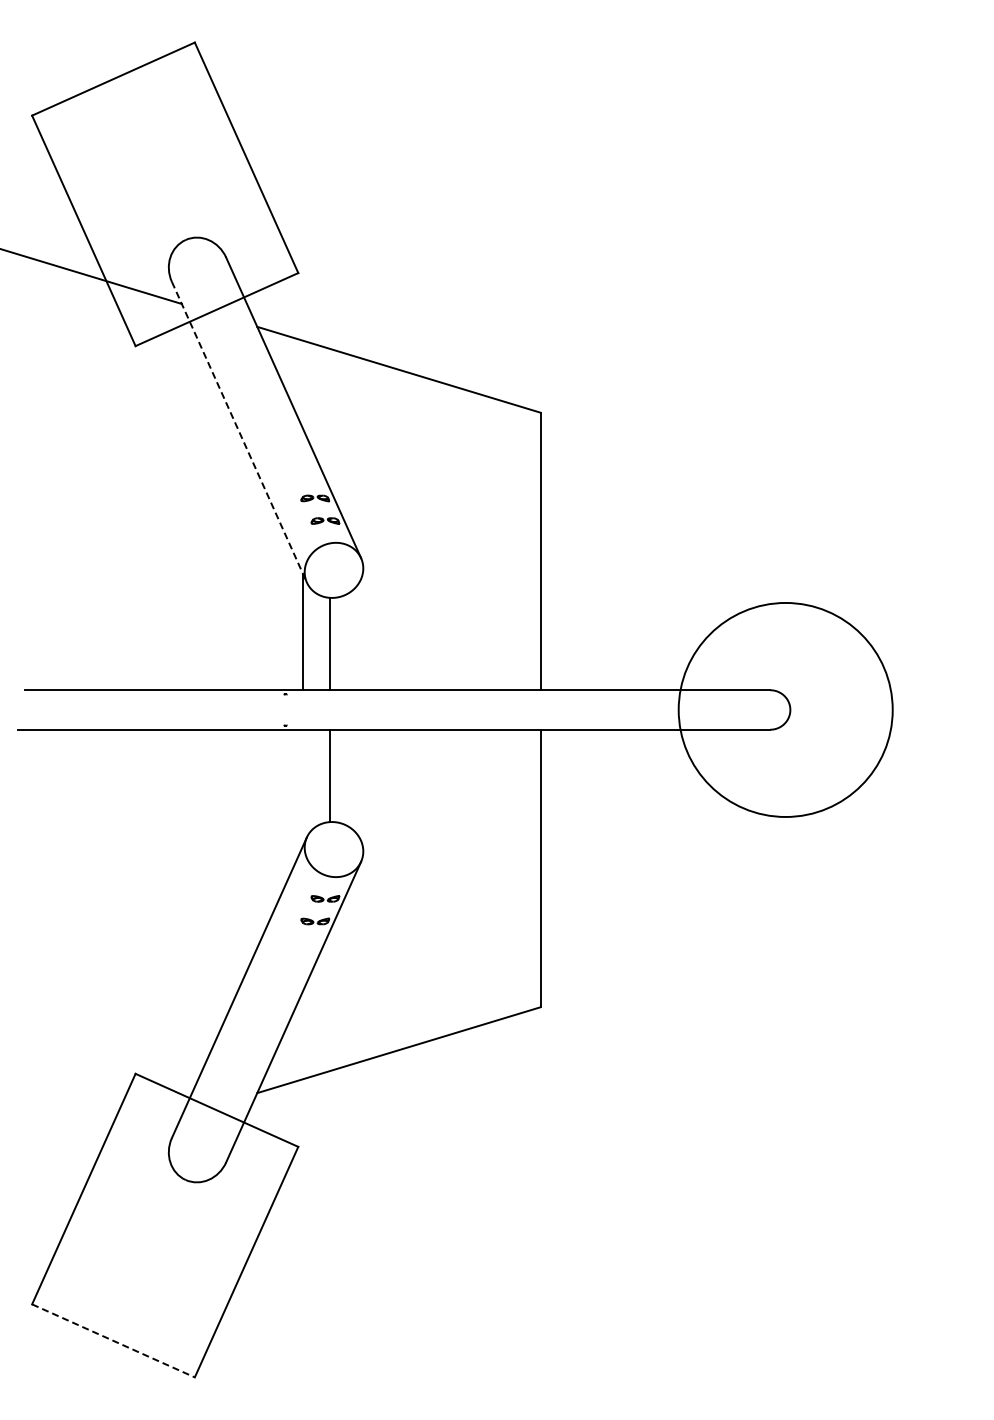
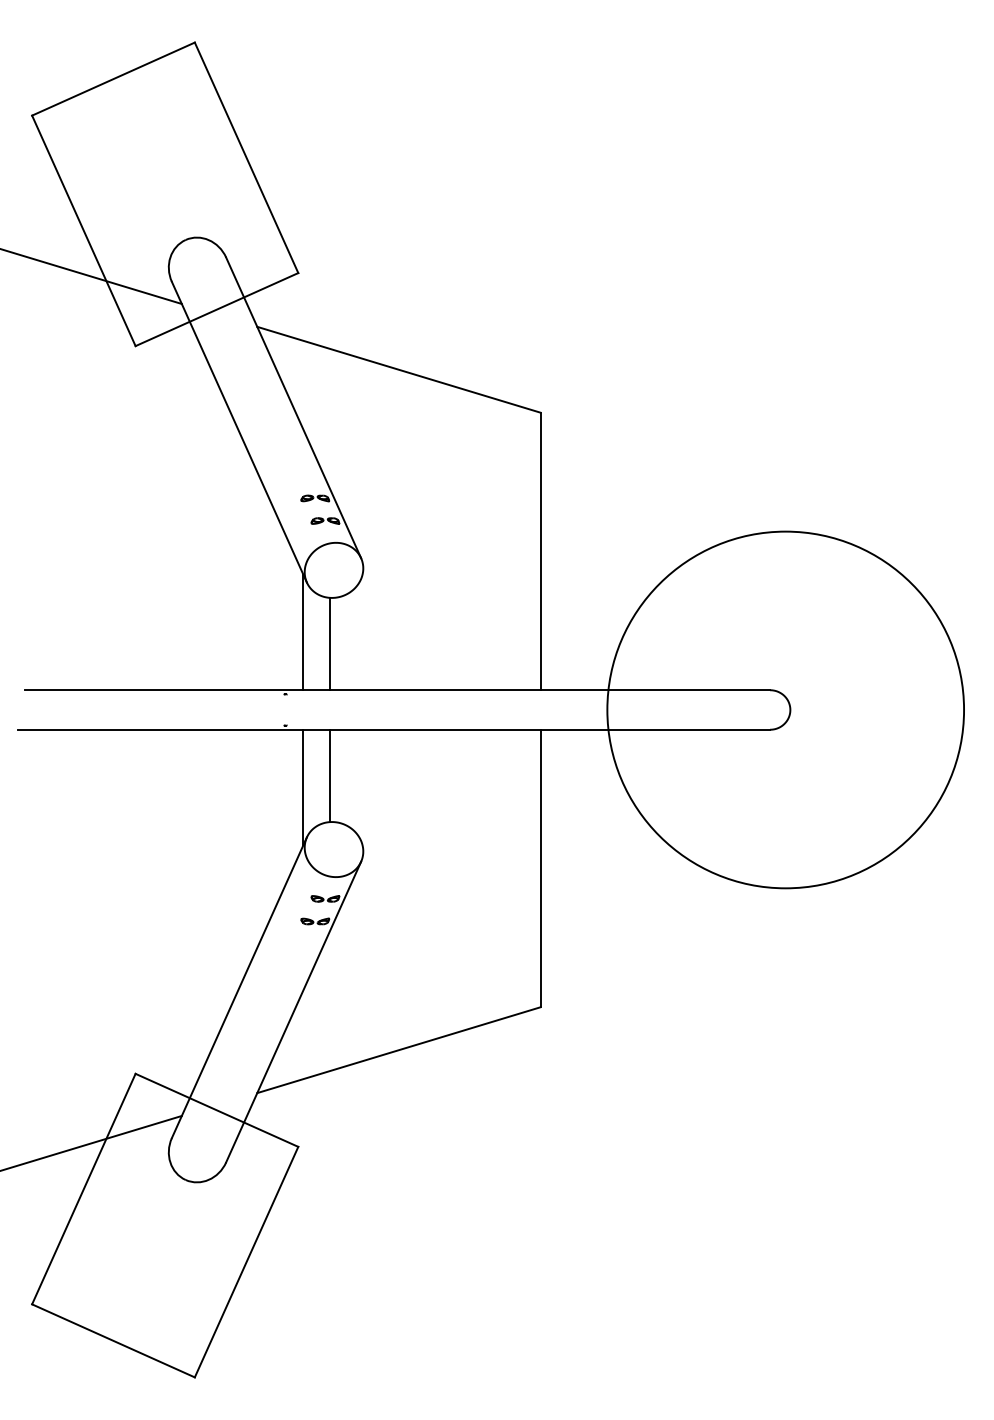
line at (239, 432): dashed -> solid
circle at (785, 709) diameter: 214 px -> 357 px
line at (303, 787): none -> present
line at (91, 1142): none -> present
line at (113, 1341): dashed -> solid
